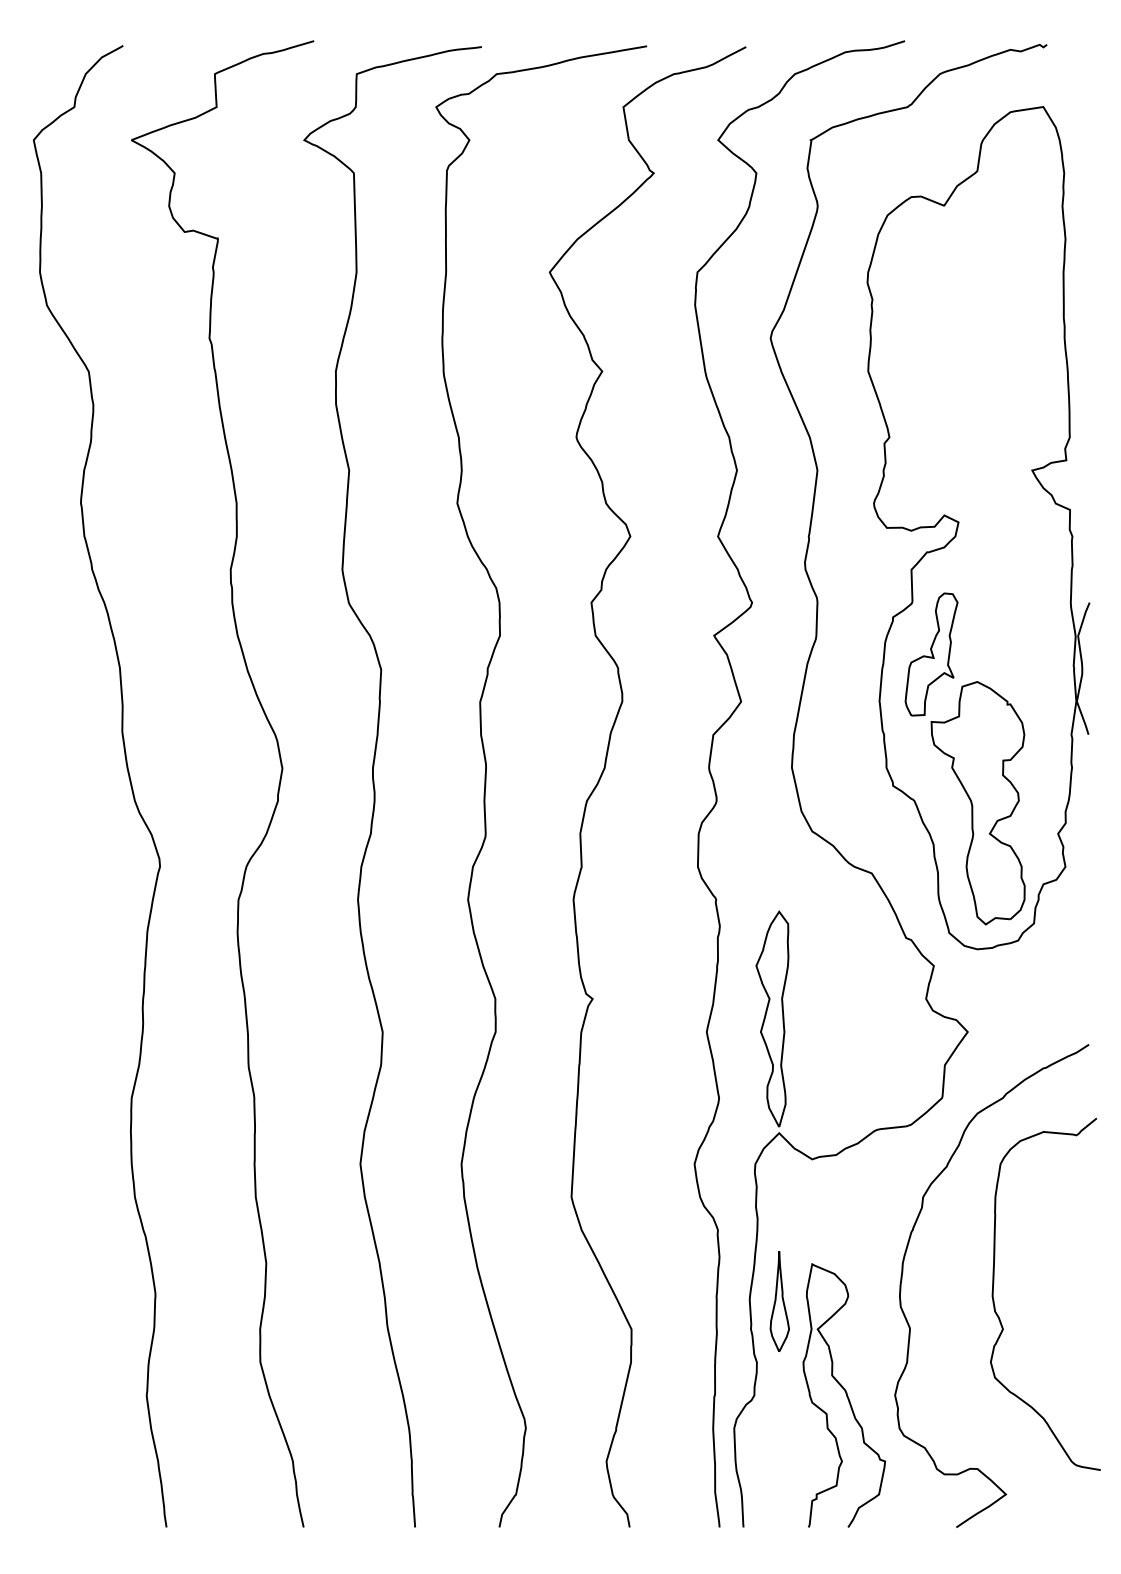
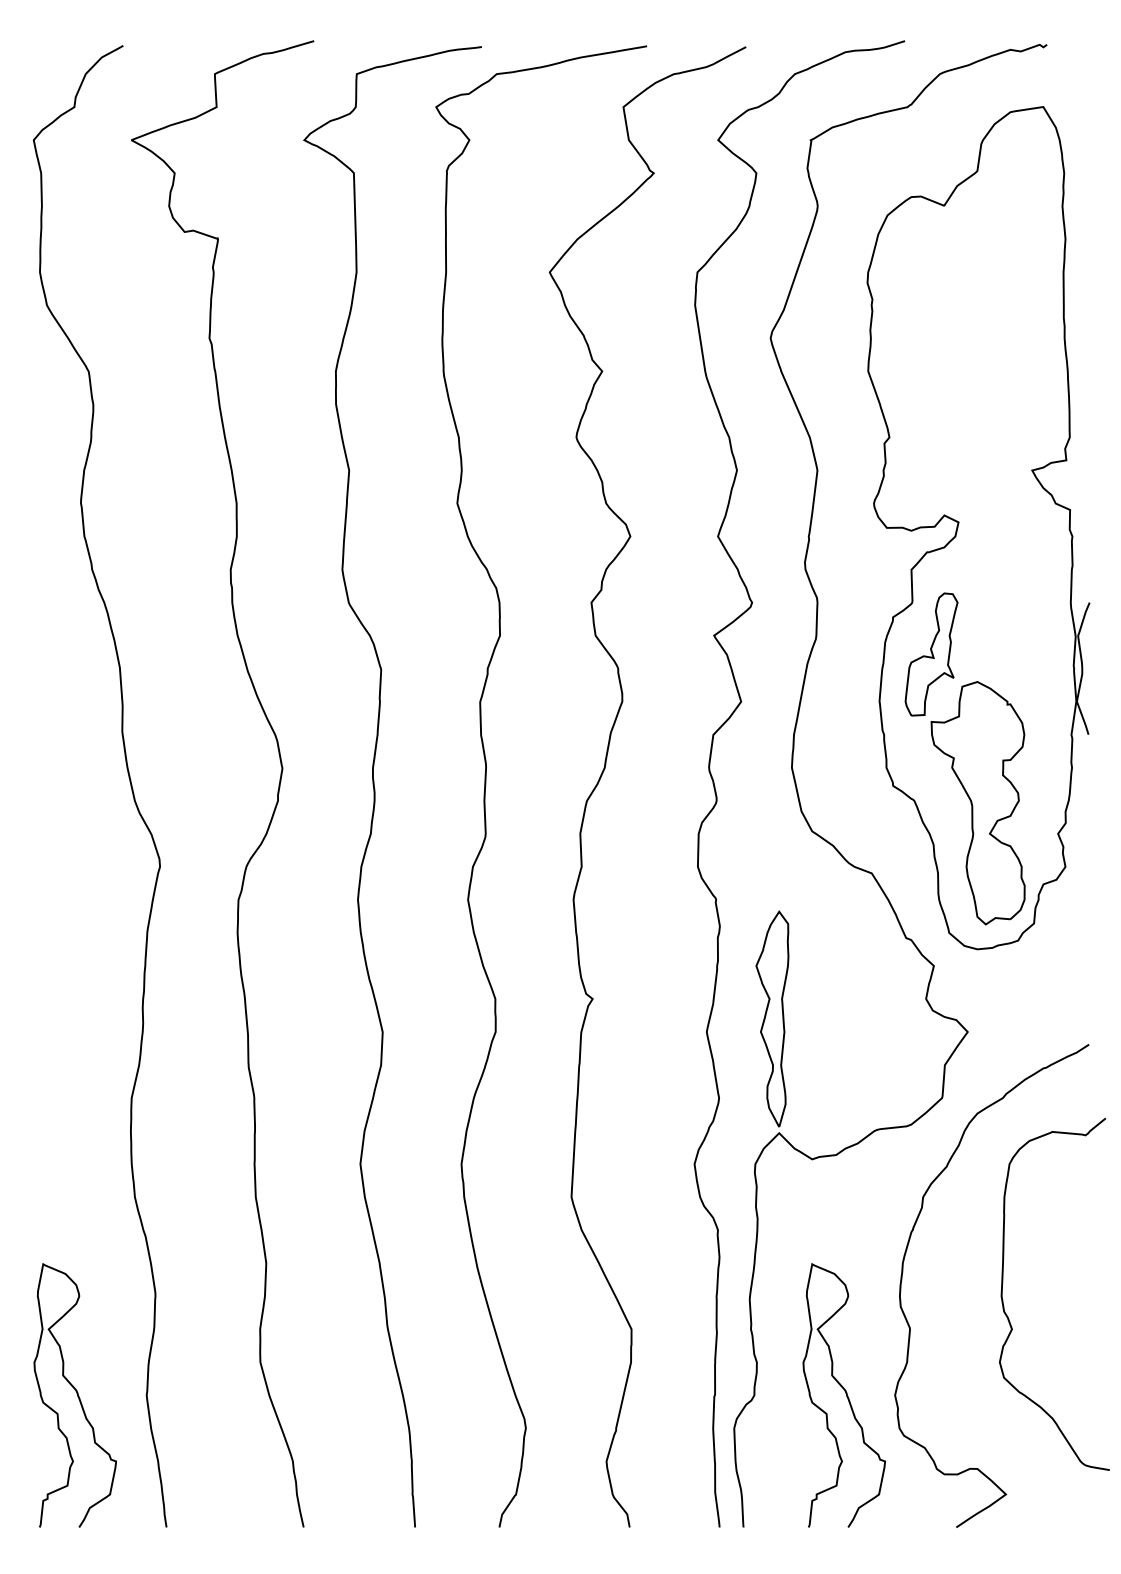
curve at (994, 1299) position: (994, 1299) -> (1003, 1299)
part at (779, 1301): present -> none
curve at (76, 1394): none -> present
